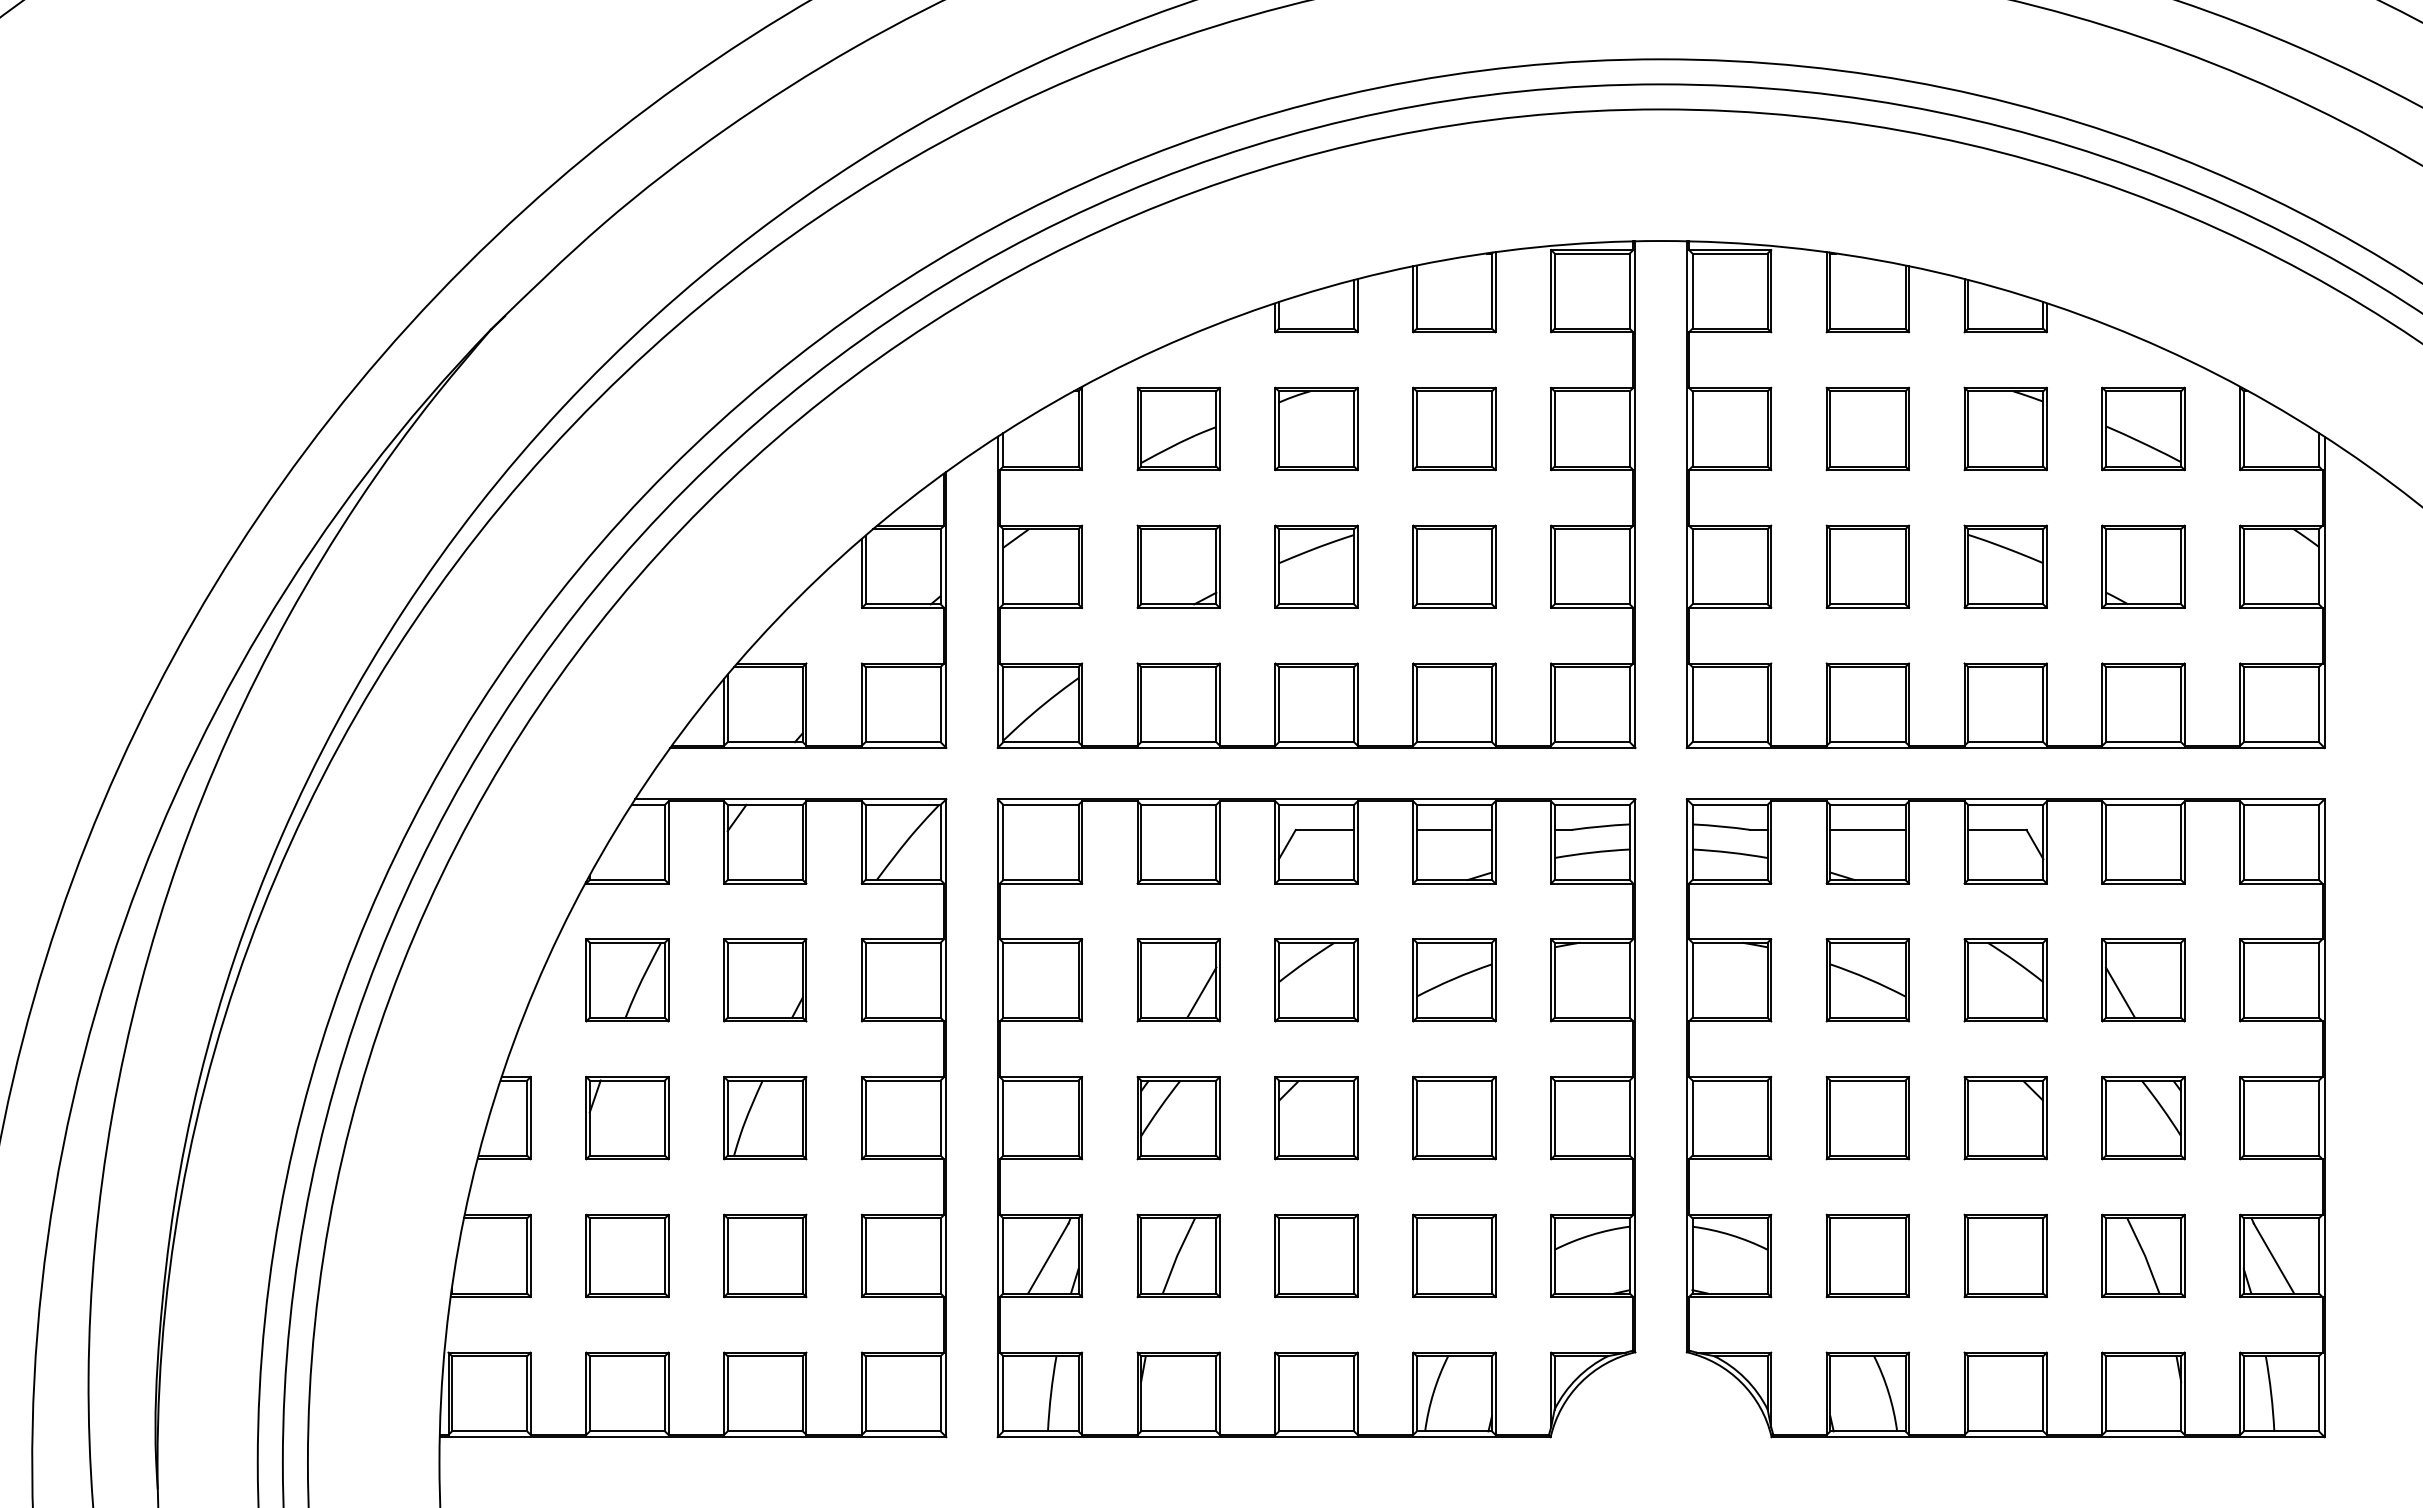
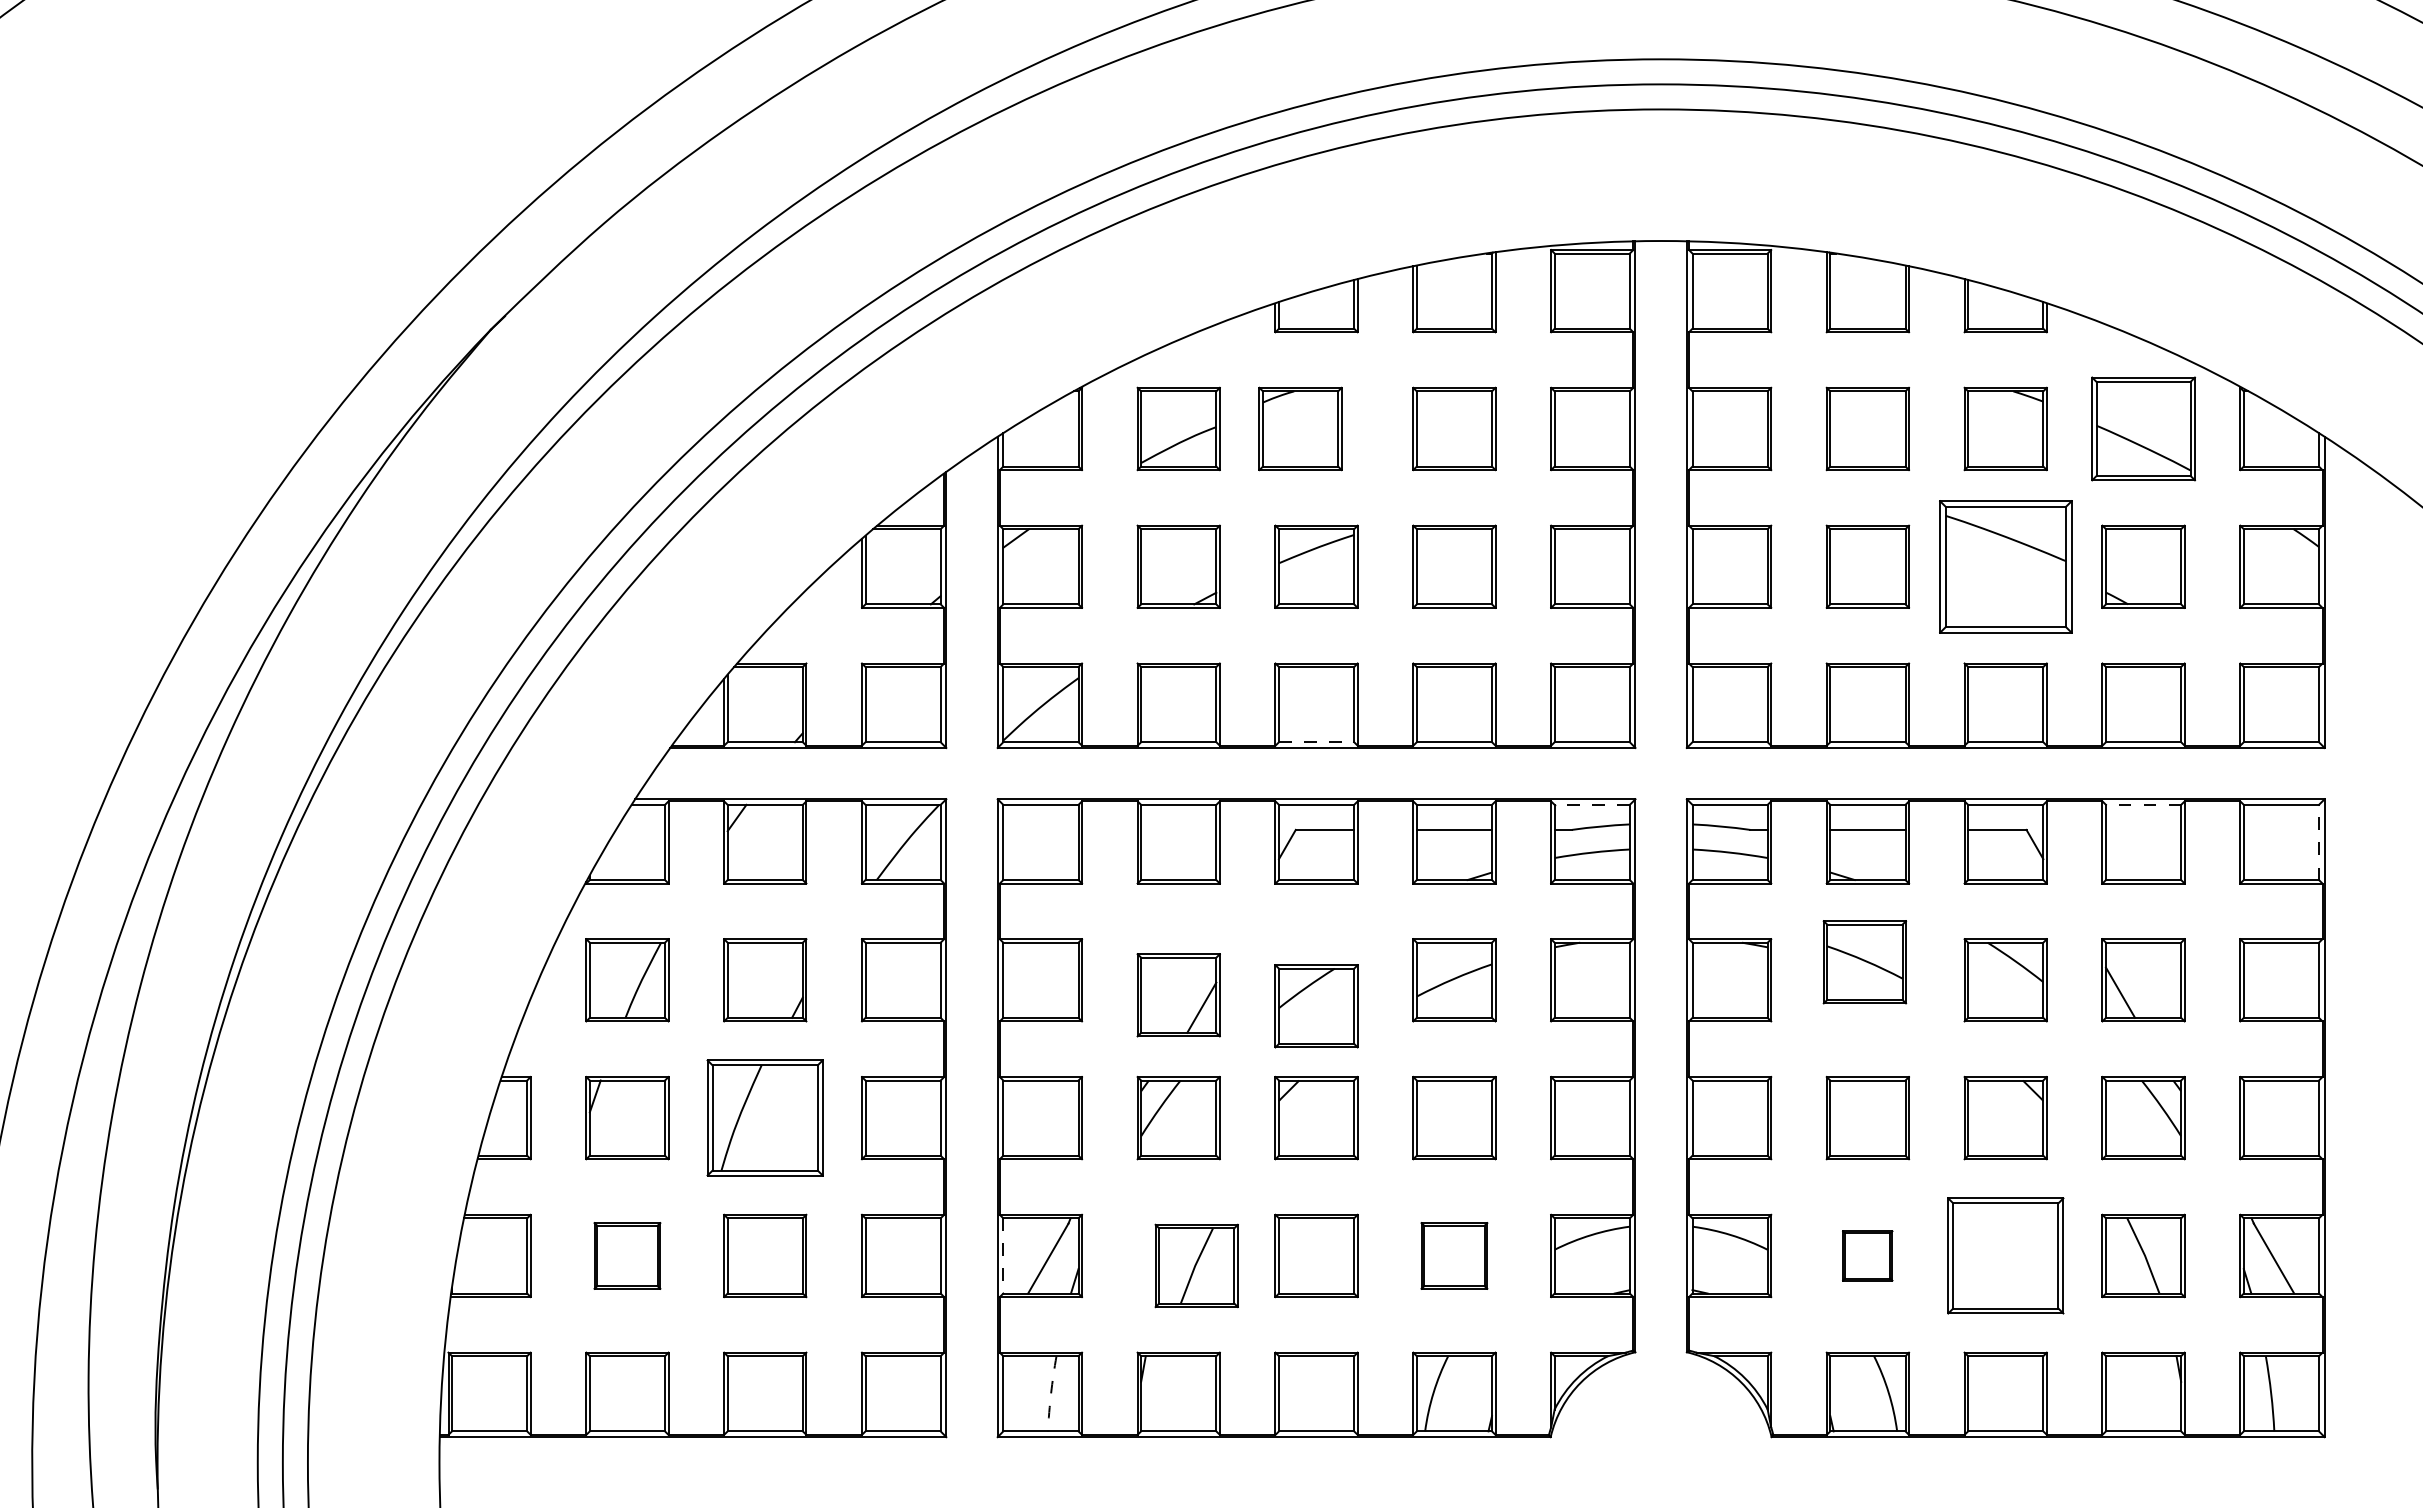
part at (1316, 428) position: (1316, 428) -> (1300, 428)
part at (2143, 428) size: 85x86 px -> 105x106 px
part at (2005, 566) size: 85x85 px -> 134x134 px
line at (1316, 742): solid -> dashed
line at (1592, 804): solid -> dashed
line at (2143, 804): solid -> dashed
line at (2318, 842): solid -> dashed
part at (1178, 980) position: (1178, 980) -> (1178, 995)
part at (1316, 980) position: (1316, 980) -> (1316, 1006)
part at (1867, 980) position: (1867, 980) -> (1864, 962)
part at (765, 1118) size: 85x85 px -> 118x118 px
part at (627, 1255) size: 85x86 px -> 69x68 px
line at (1003, 1255): solid -> dashed
part at (1178, 1255) position: (1178, 1255) -> (1196, 1265)
part at (1454, 1255) size: 85x86 px -> 69x68 px
part at (1867, 1255) size: 85x86 px -> 52x52 px
part at (2005, 1255) size: 85x86 px -> 118x118 px
arc at (1051, 1393): solid -> dashed
